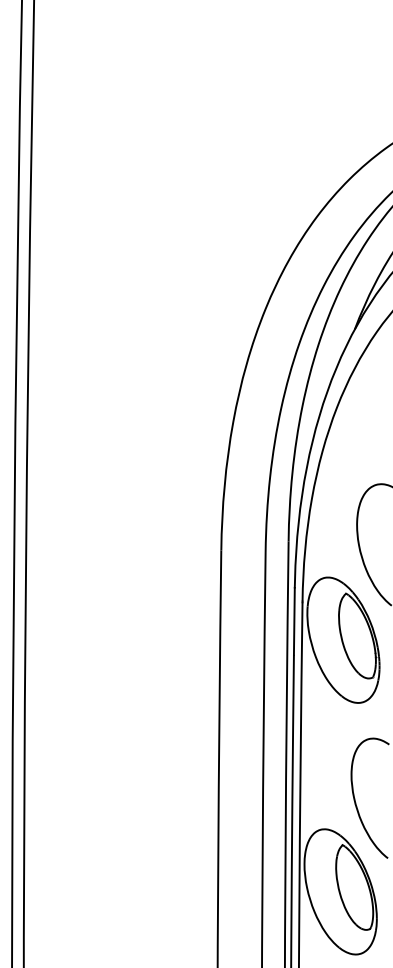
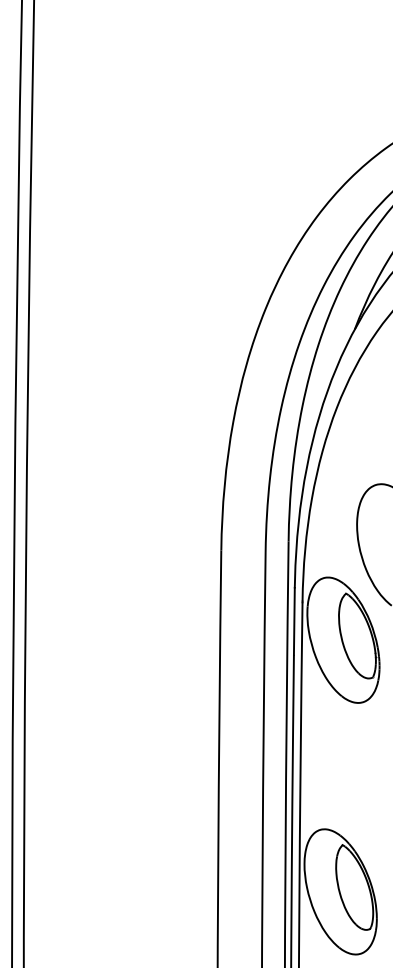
curve at (356, 802): present -> none
